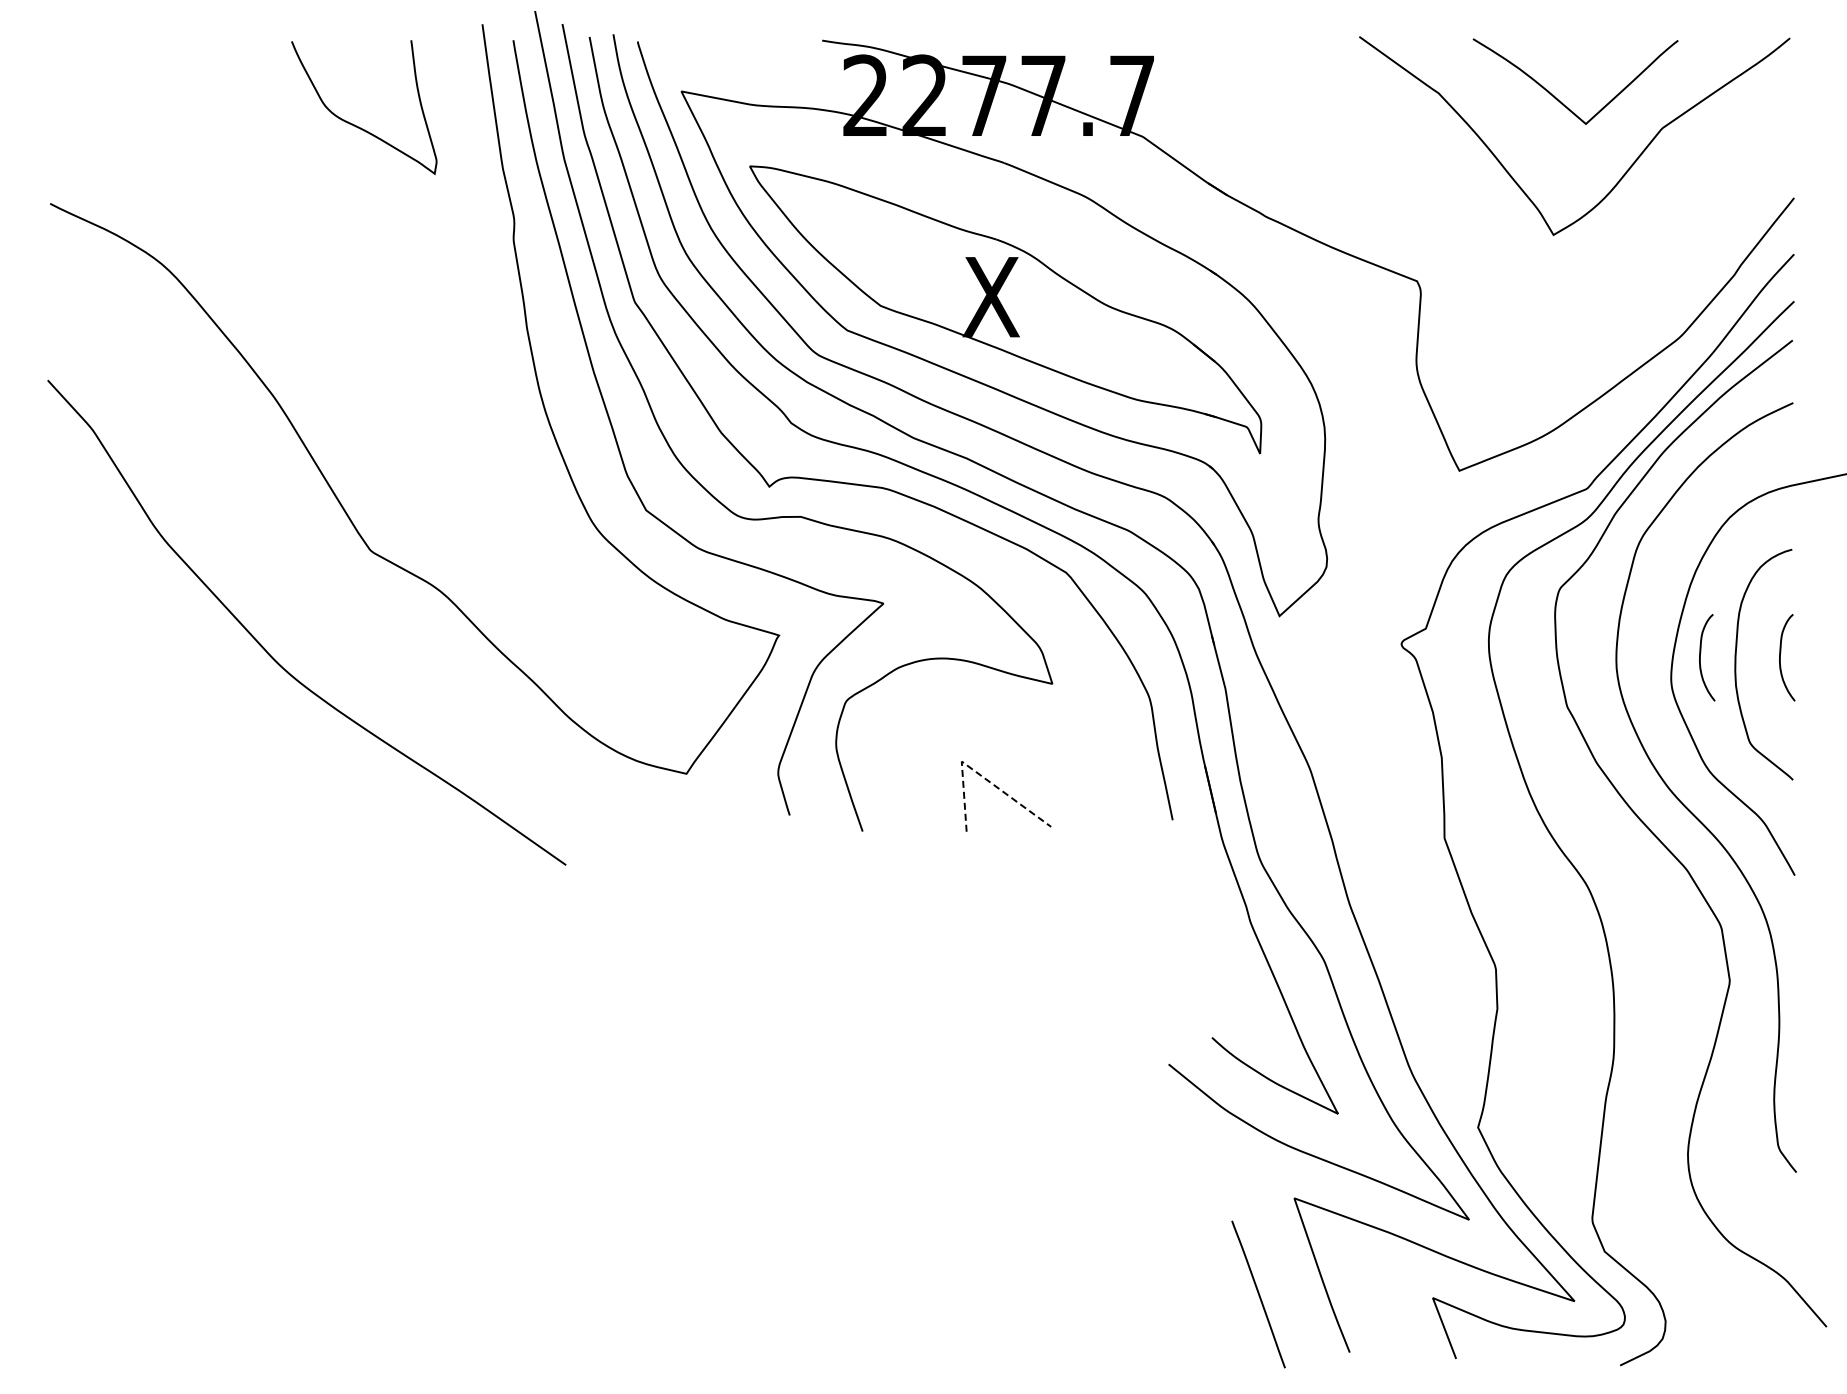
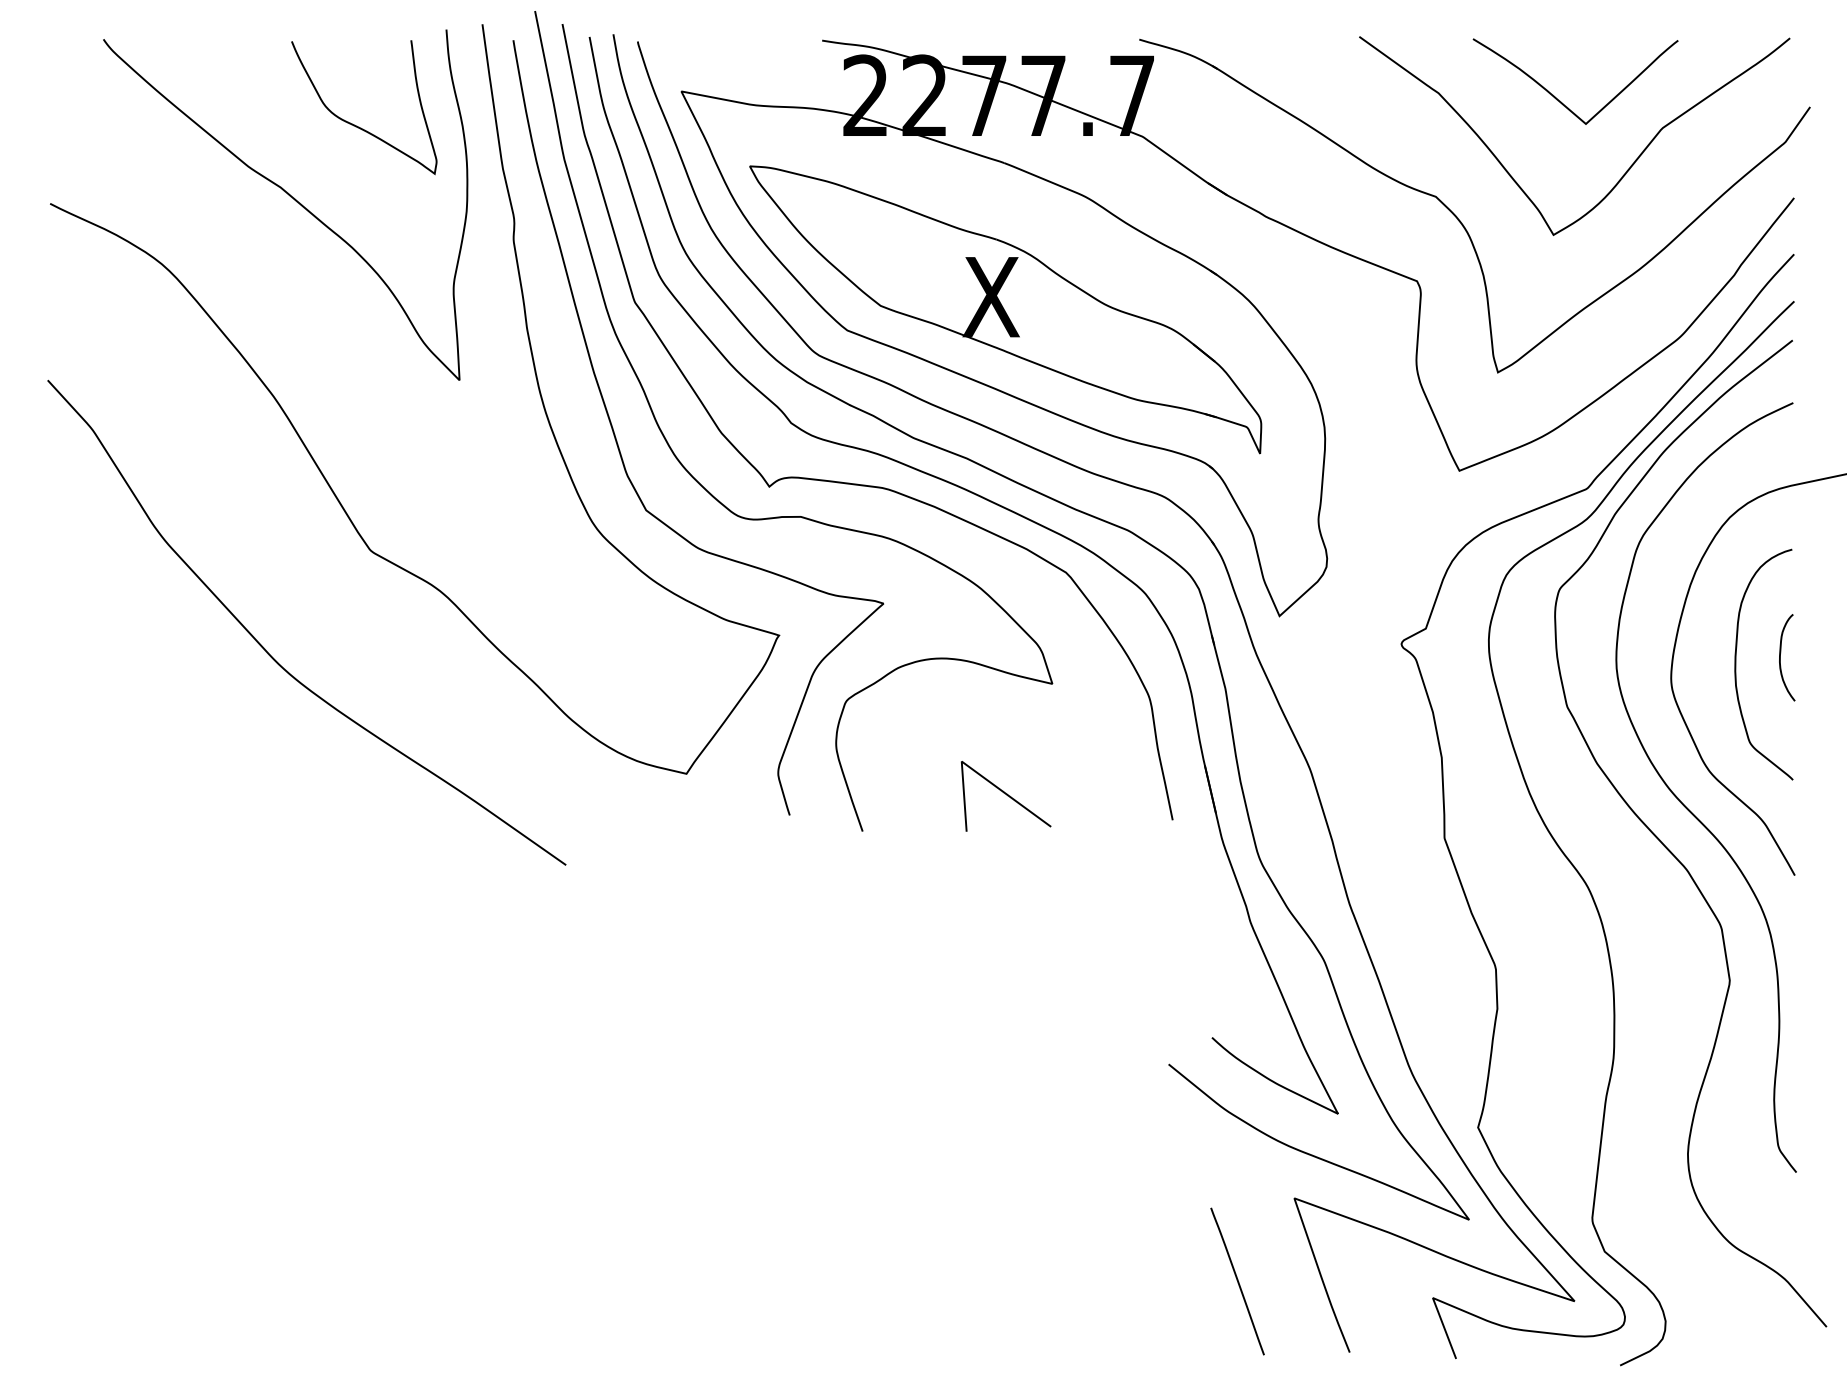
curve at (290, 197): none -> present
part at (1457, 216): none -> present
curve at (1700, 657): present -> none
line at (977, 773): dashed -> solid
line at (1258, 1294) position: (1258, 1294) -> (1237, 1281)
